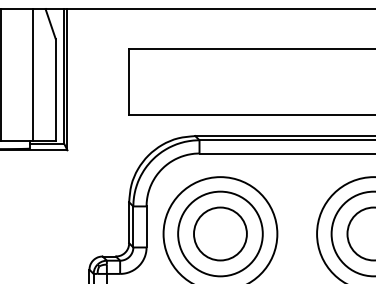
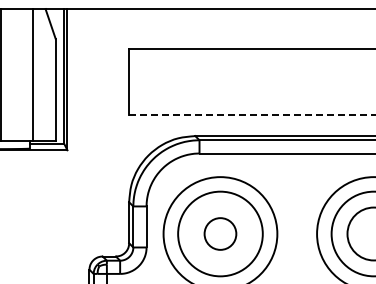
line at (252, 114): solid -> dashed
circle at (220, 233) diameter: 53 px -> 32 px
